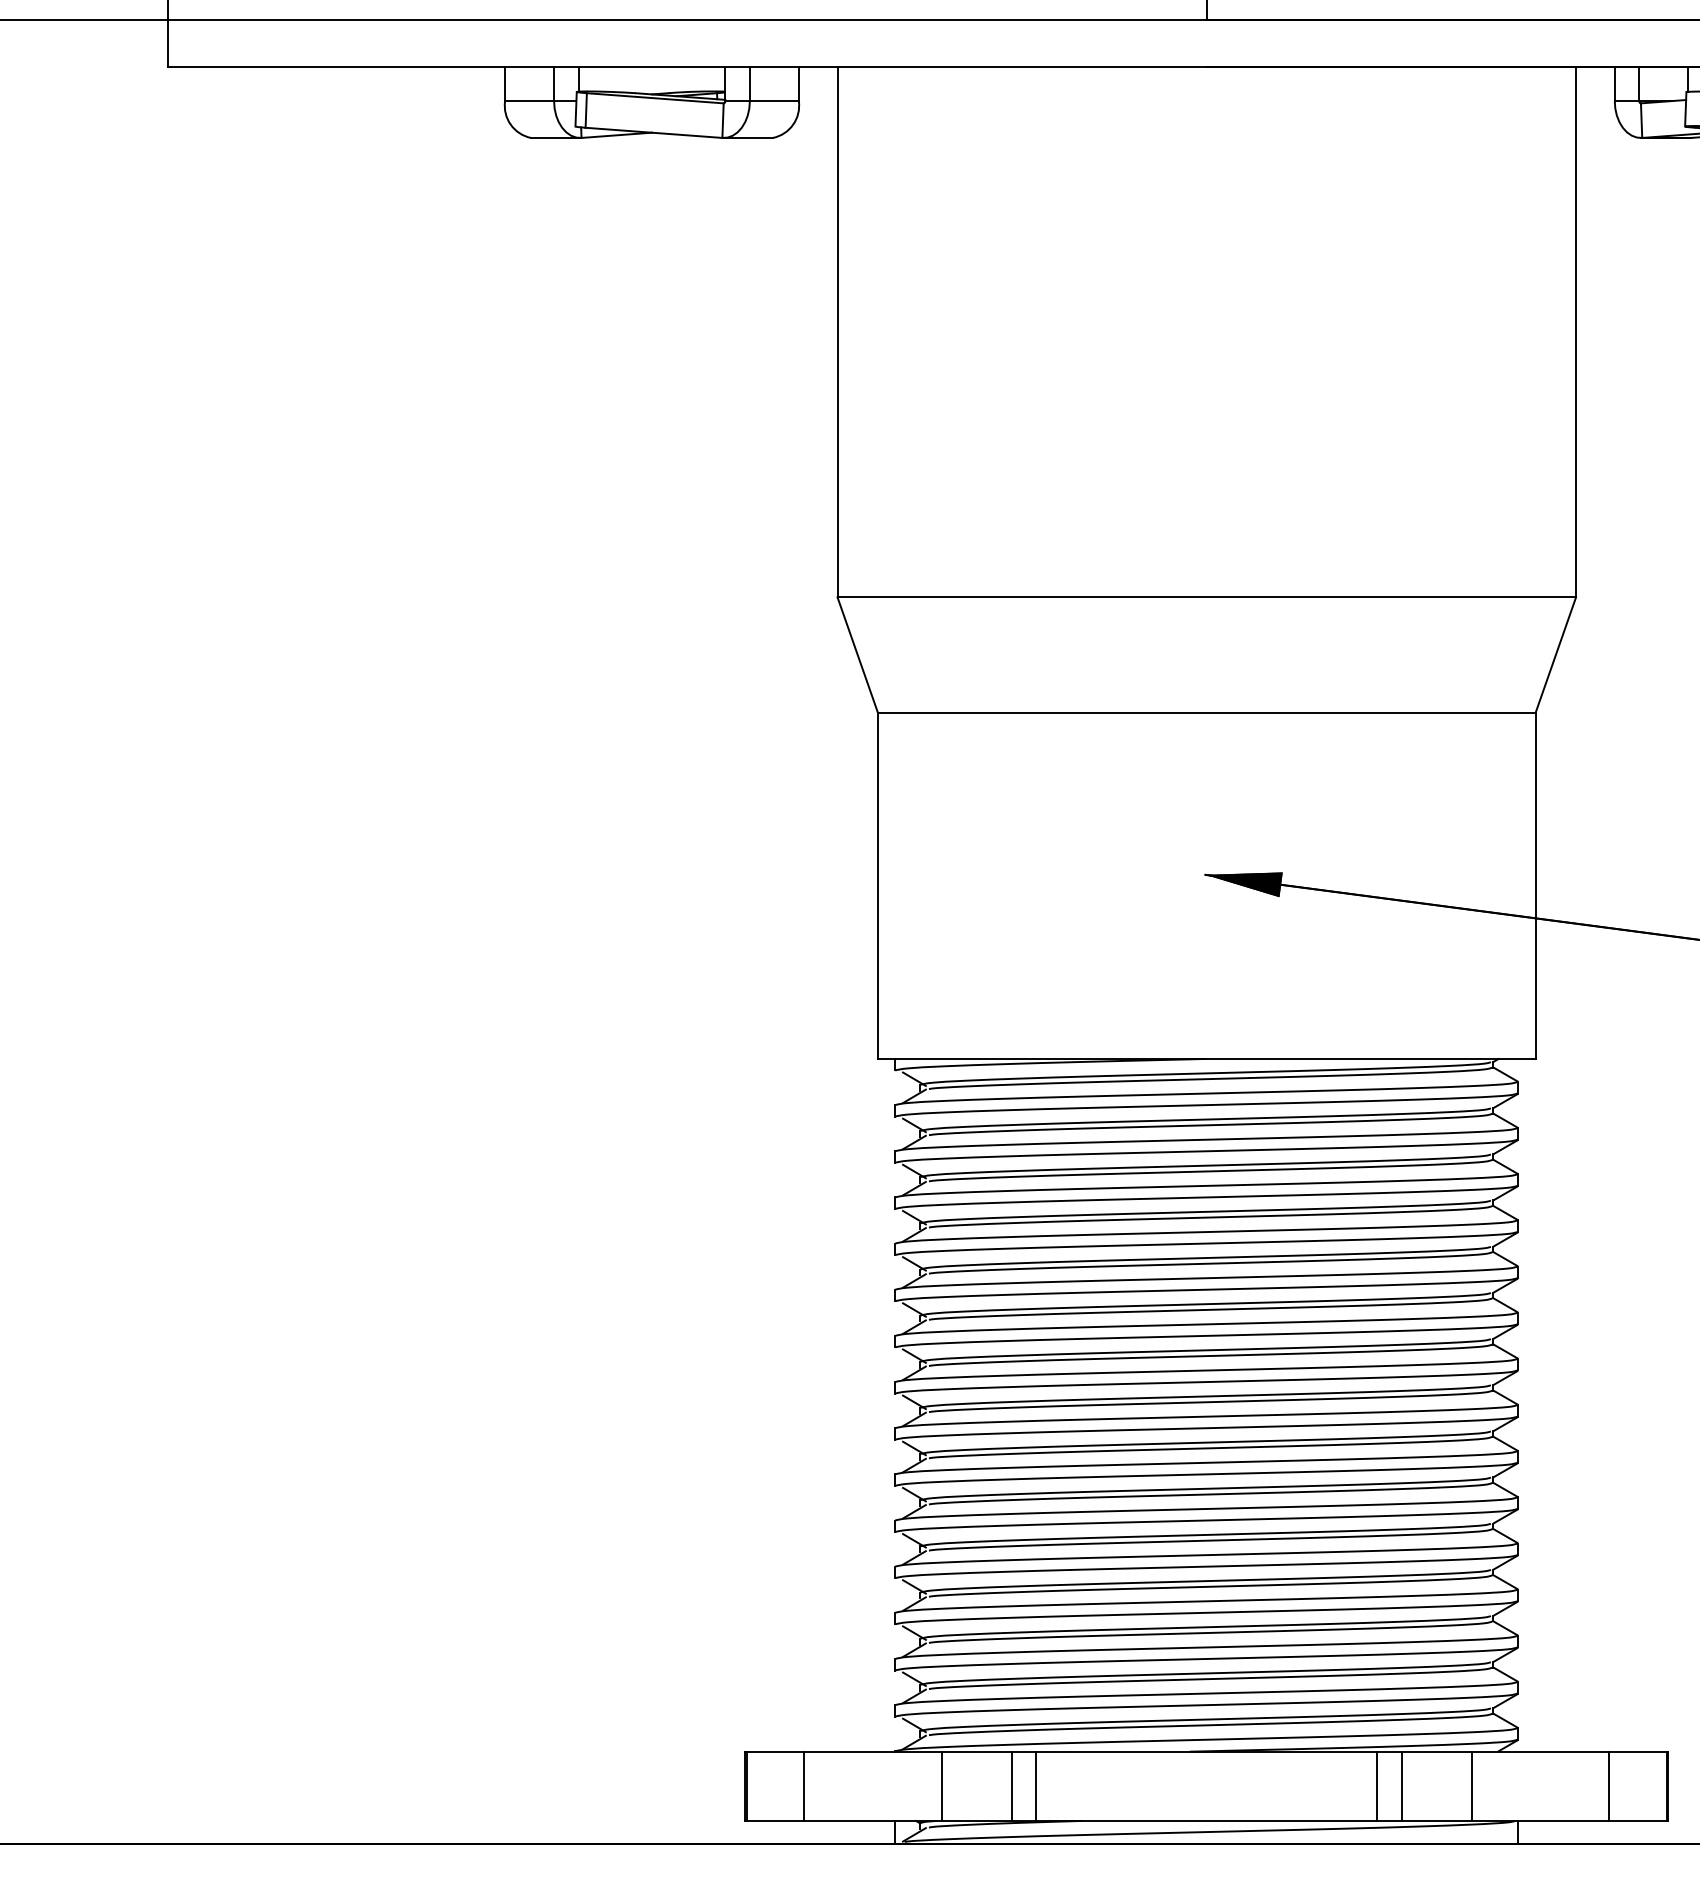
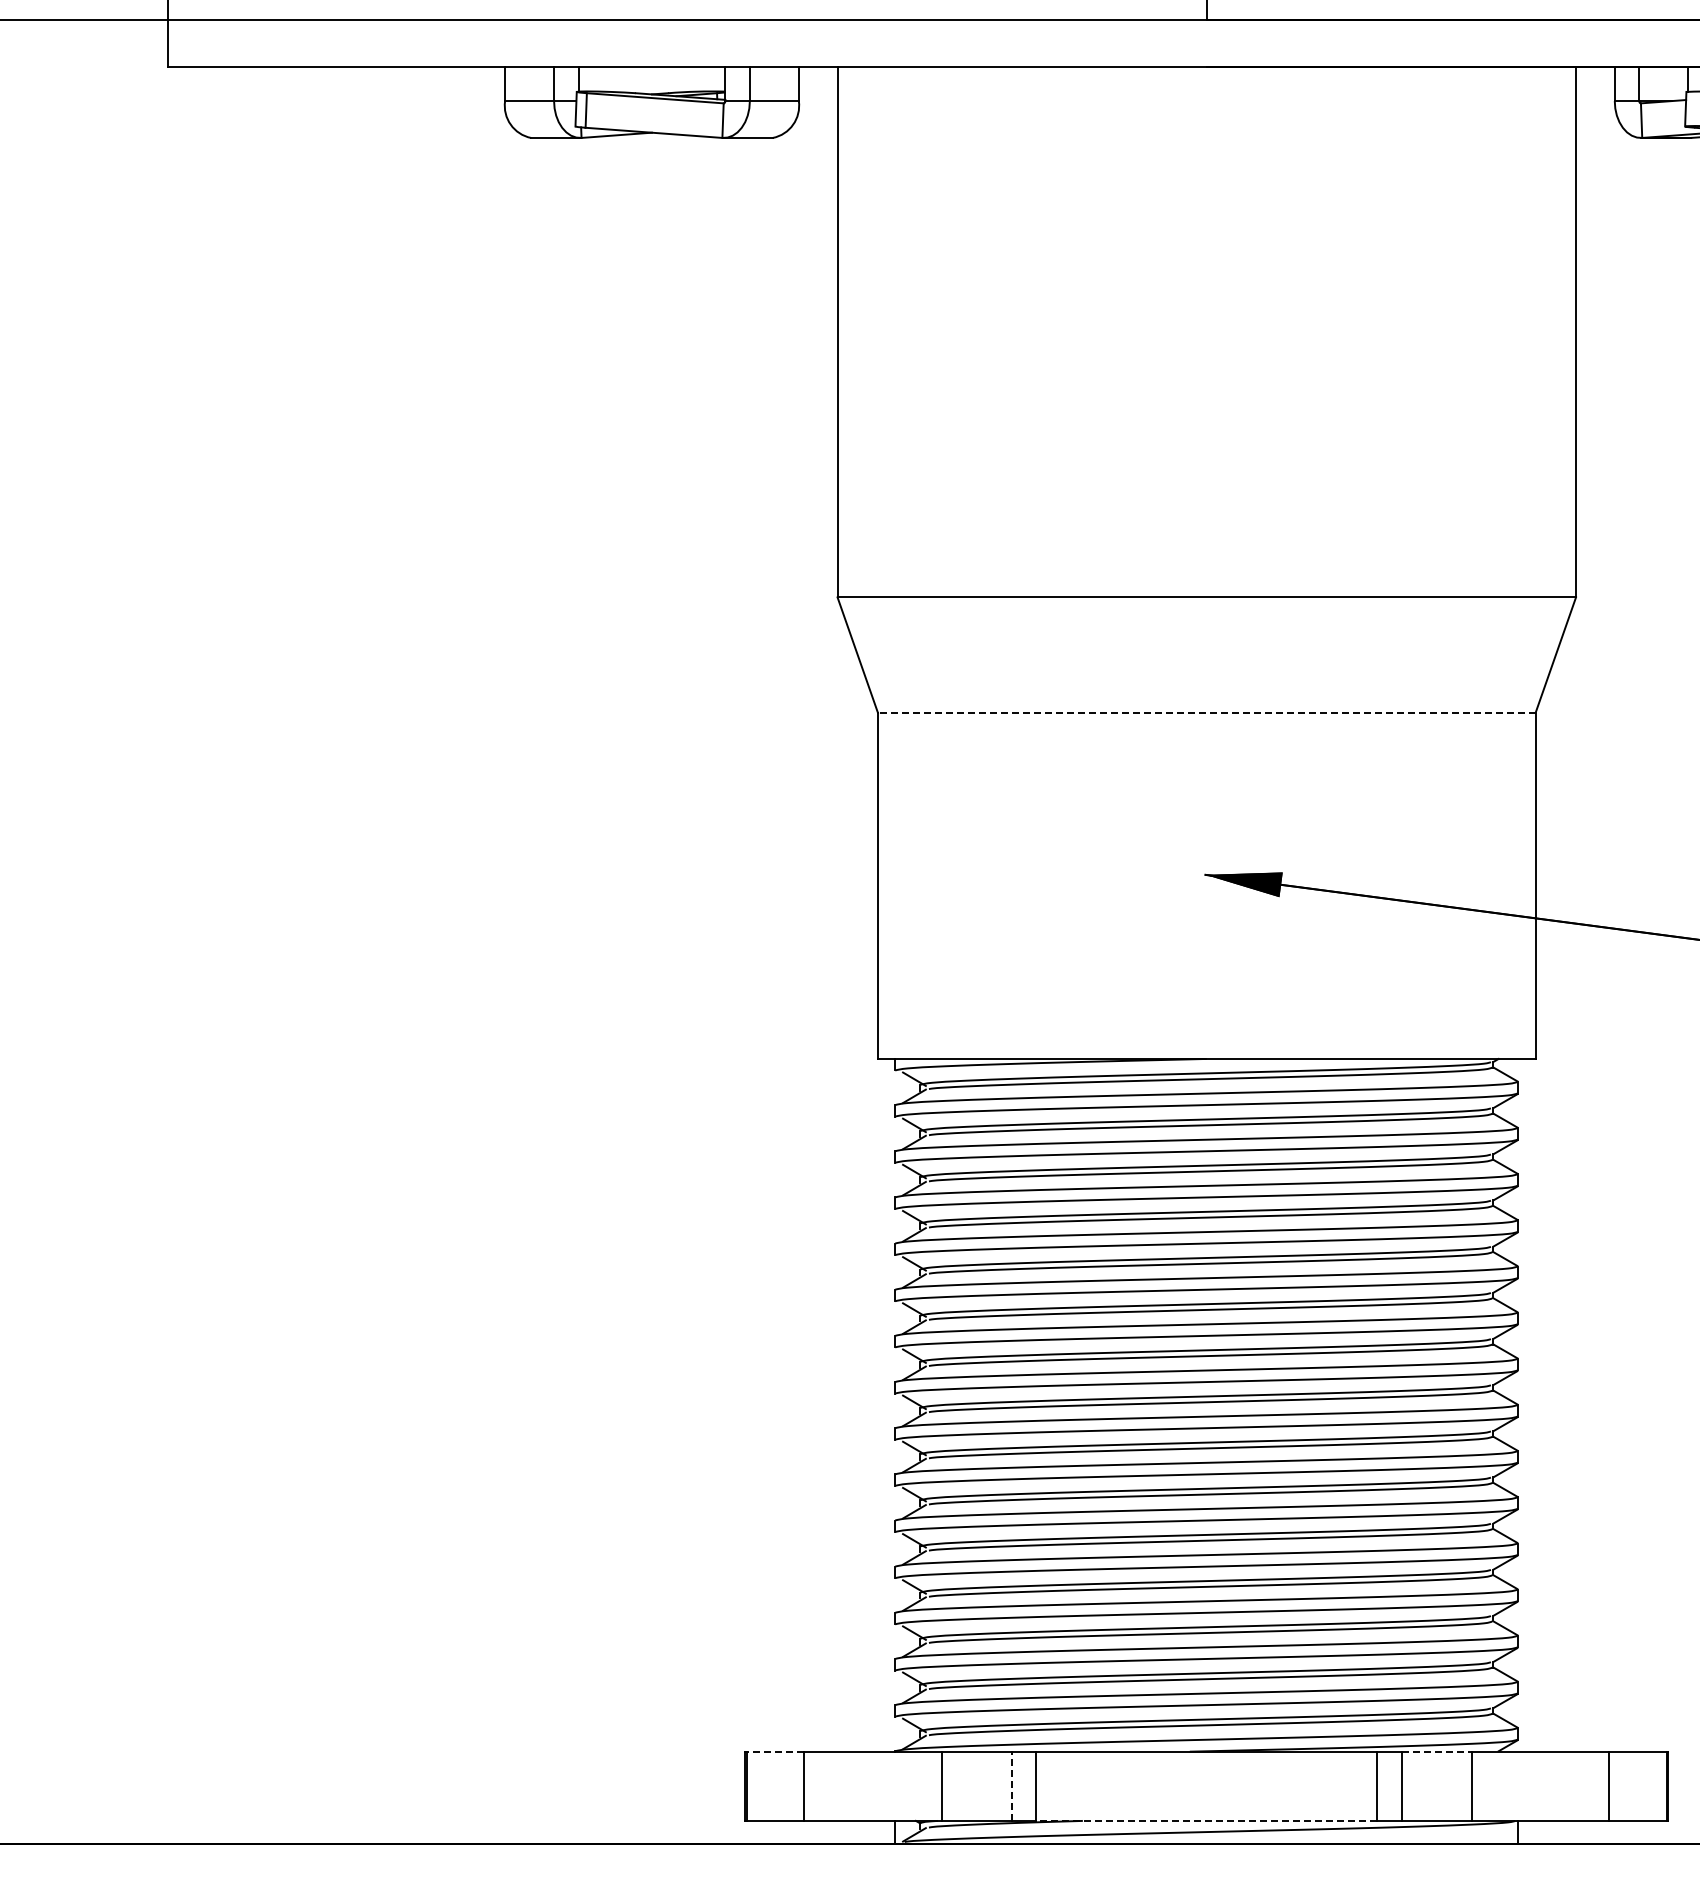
line at (1206, 712): solid -> dashed
line at (775, 1751): solid -> dashed
line at (1436, 1751): solid -> dashed
line at (1011, 1786): solid -> dashed
line at (1206, 1820): solid -> dashed
